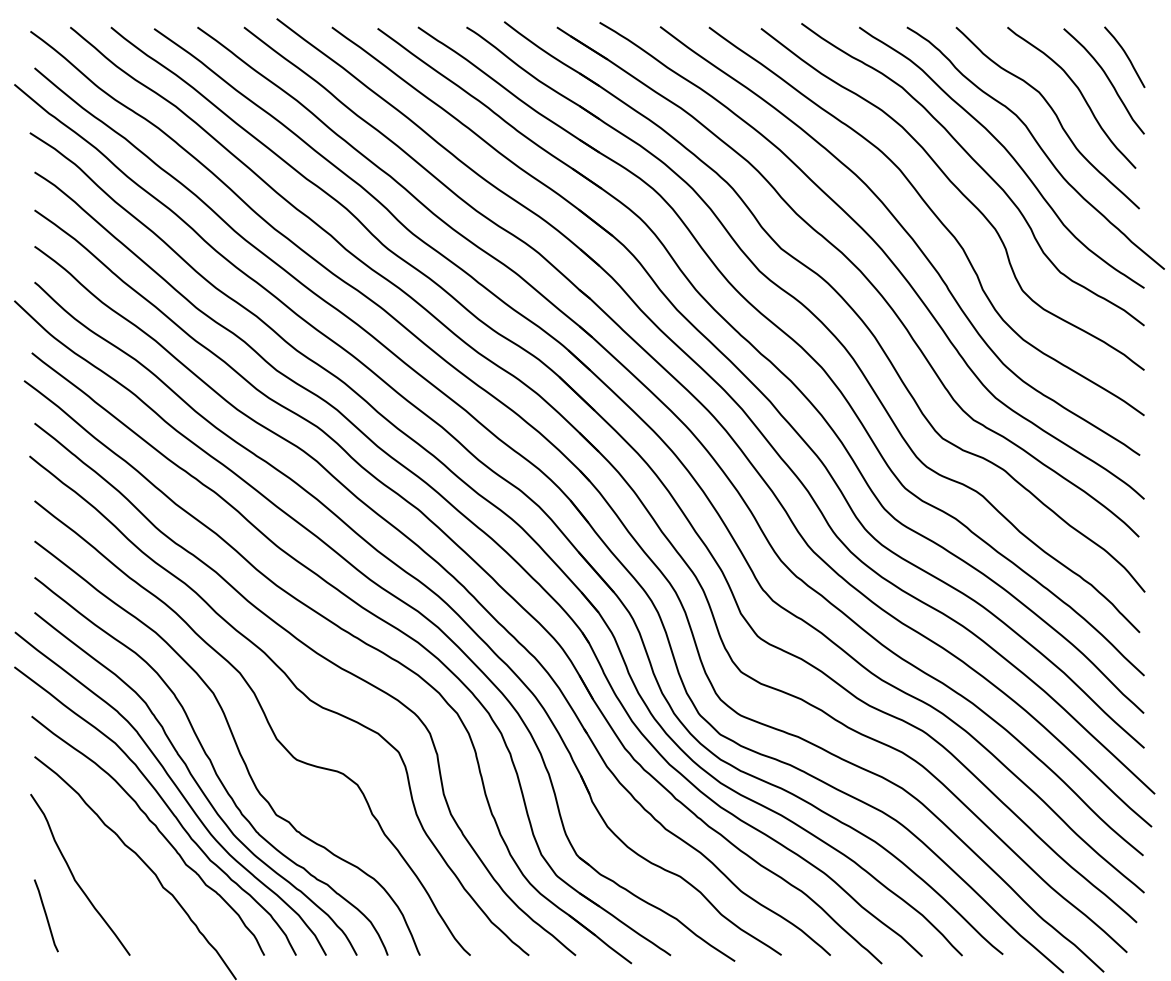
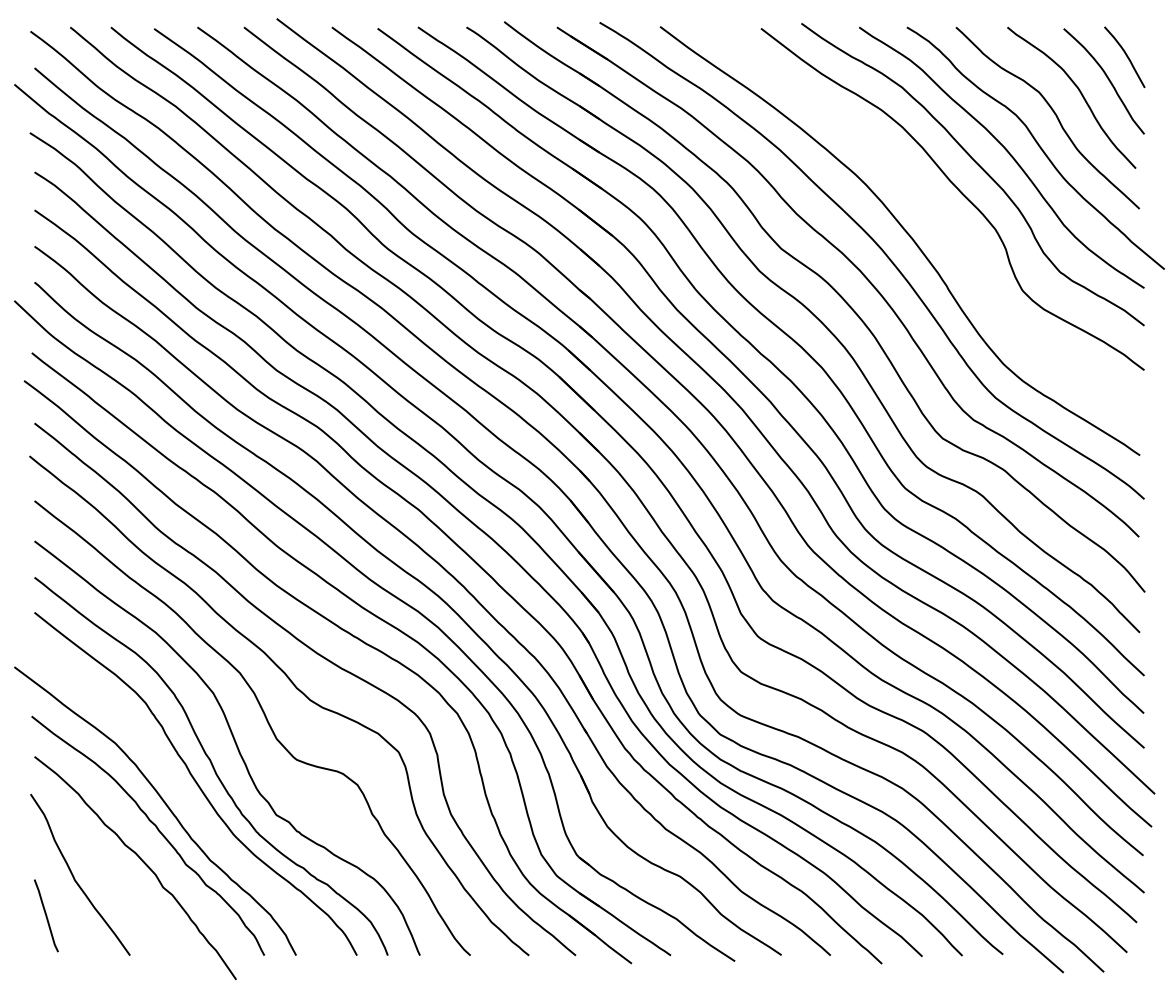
curve at (933, 214): present -> none
curve at (176, 788): present -> none
